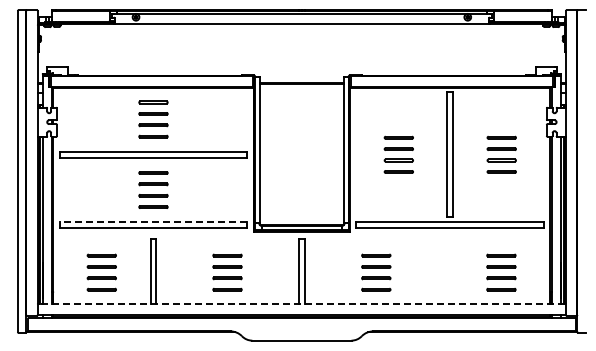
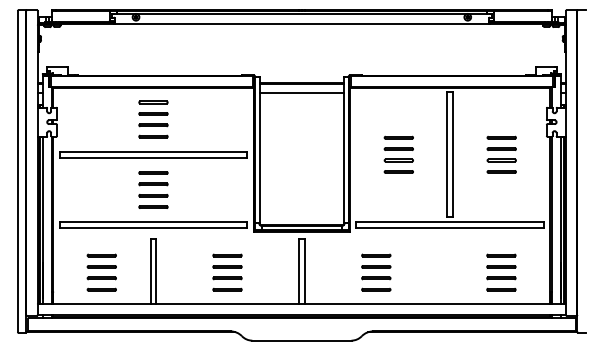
line at (301, 92): none -> present
line at (153, 222): dashed -> solid
line at (301, 303): dashed -> solid
